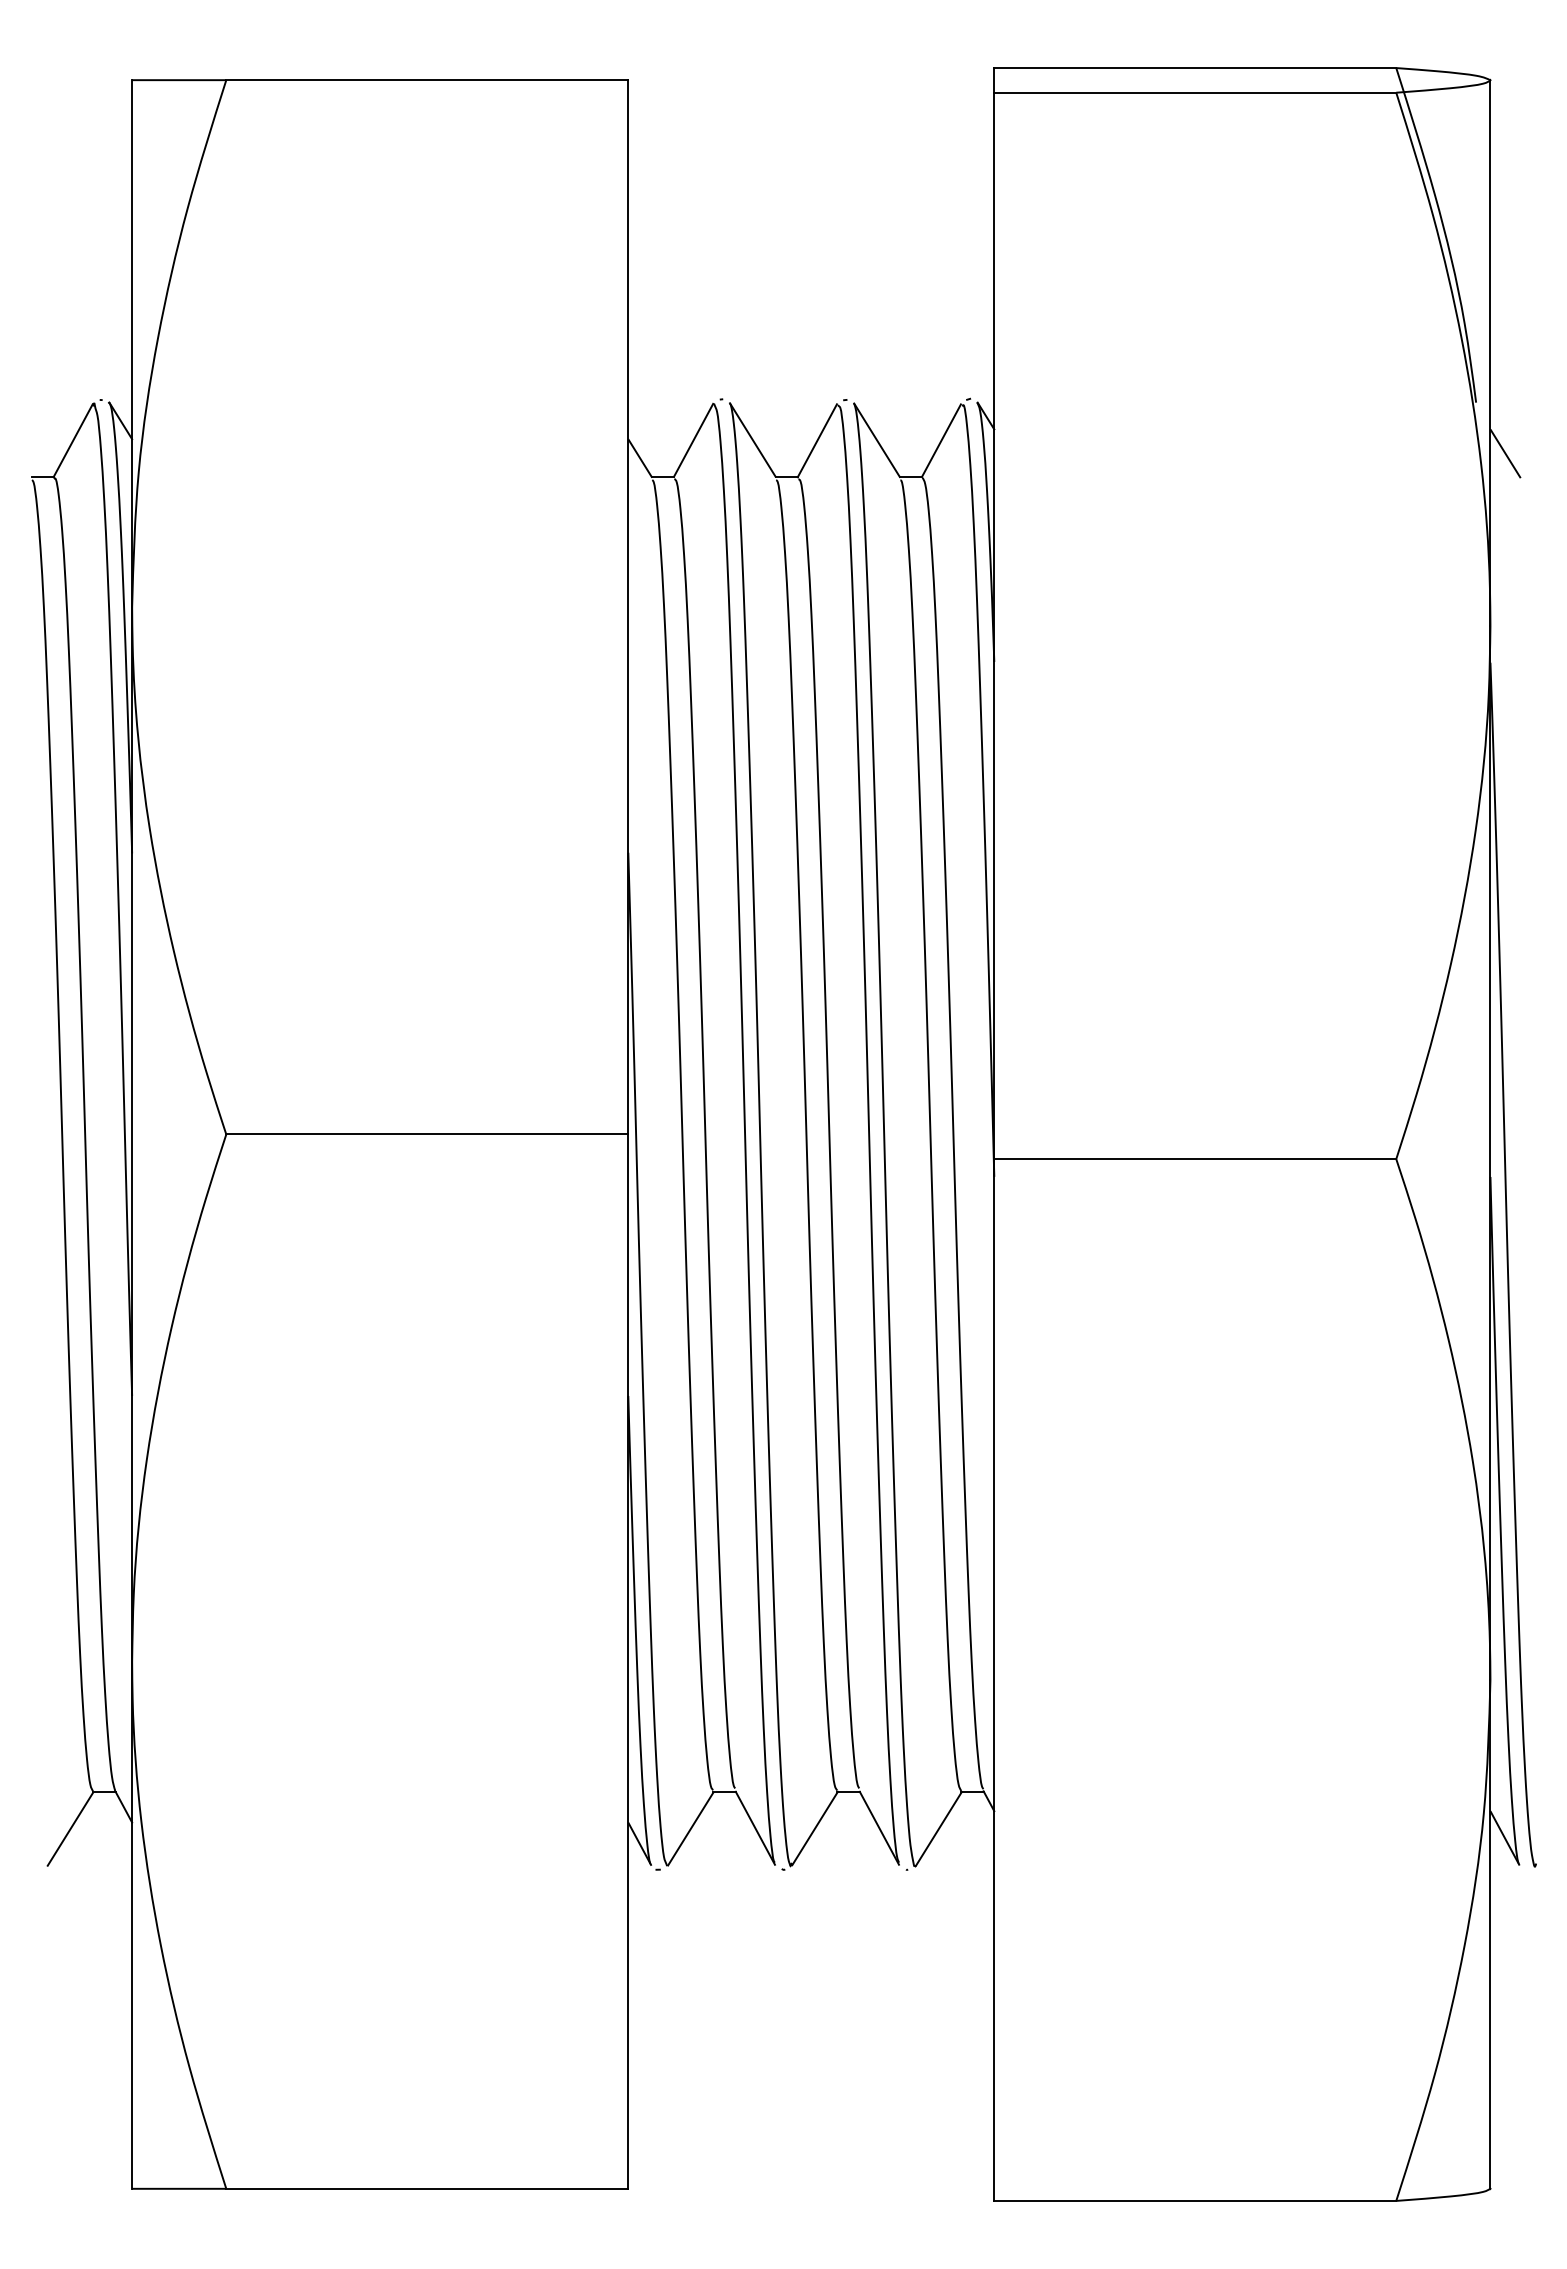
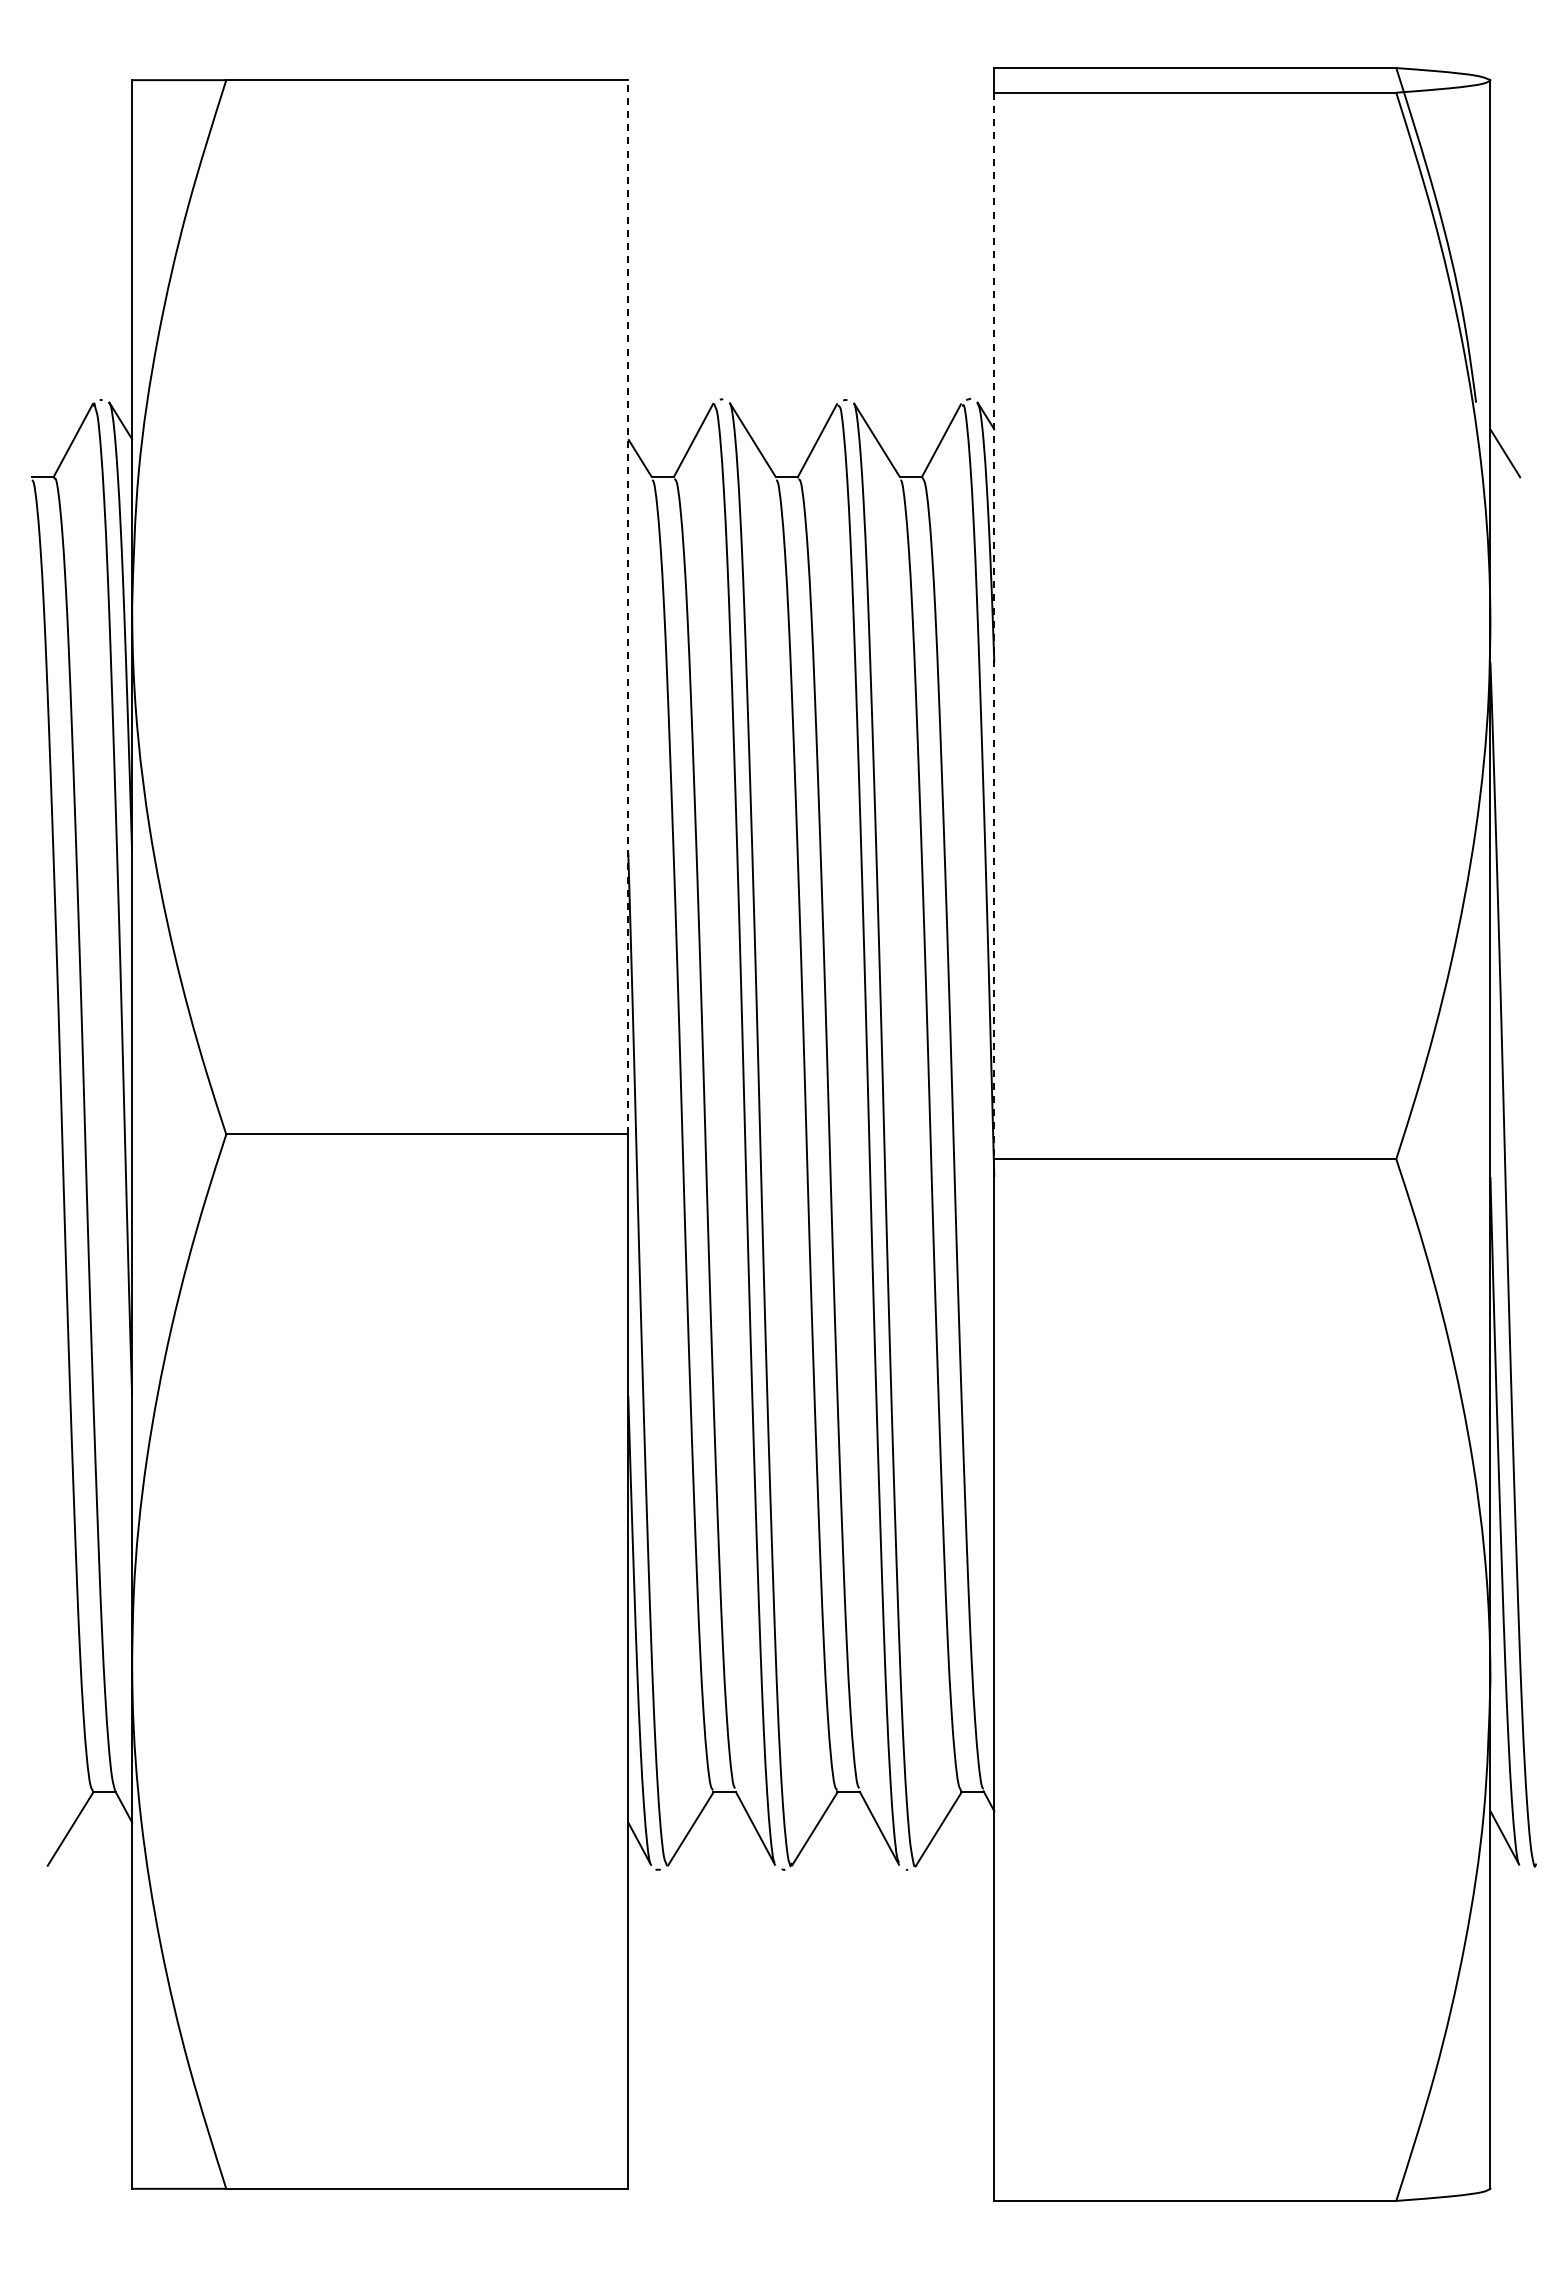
line at (628, 606): solid -> dashed
line at (994, 626): solid -> dashed
